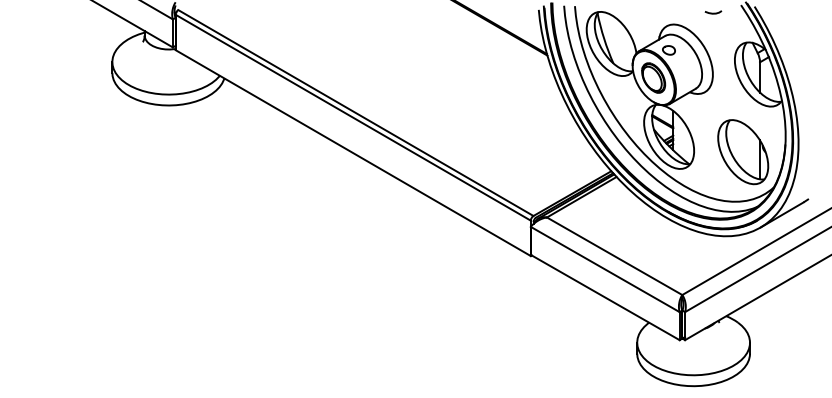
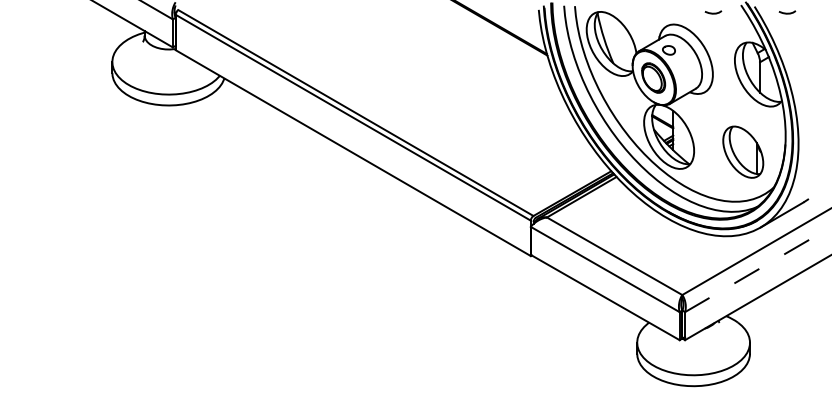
curve at (787, 12): none -> present
part at (743, 152) size: 53x67 px -> 43x54 px
line at (758, 269): solid -> dashed
